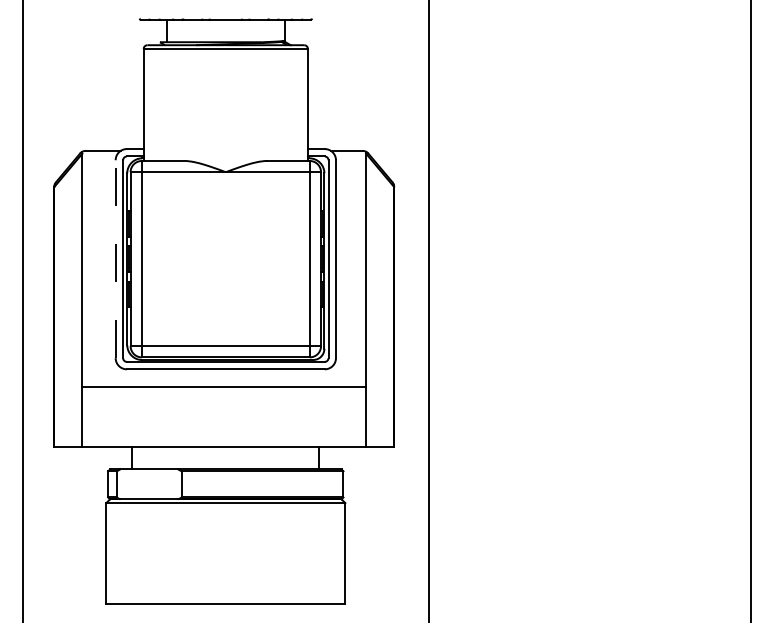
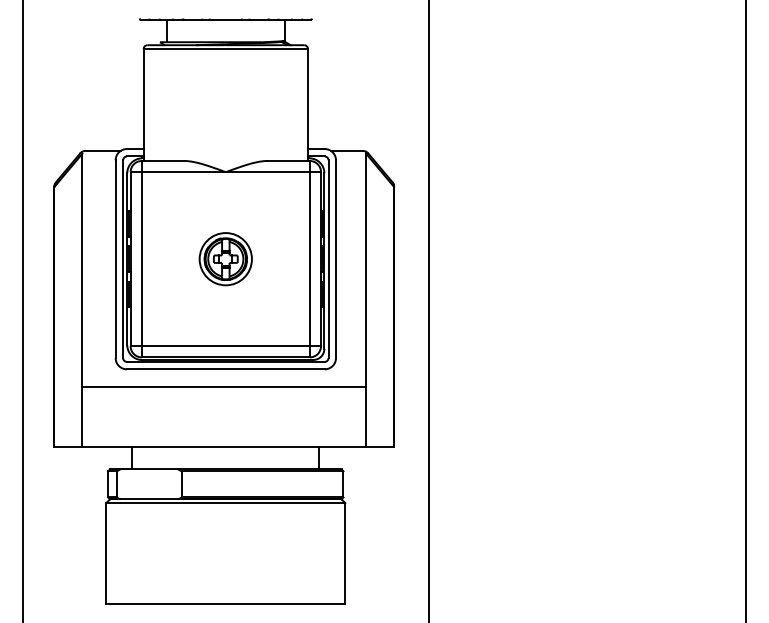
line at (115, 259): dashed -> solid
part at (225, 259): none -> present
line at (750, 310) position: (750, 310) -> (745, 310)
